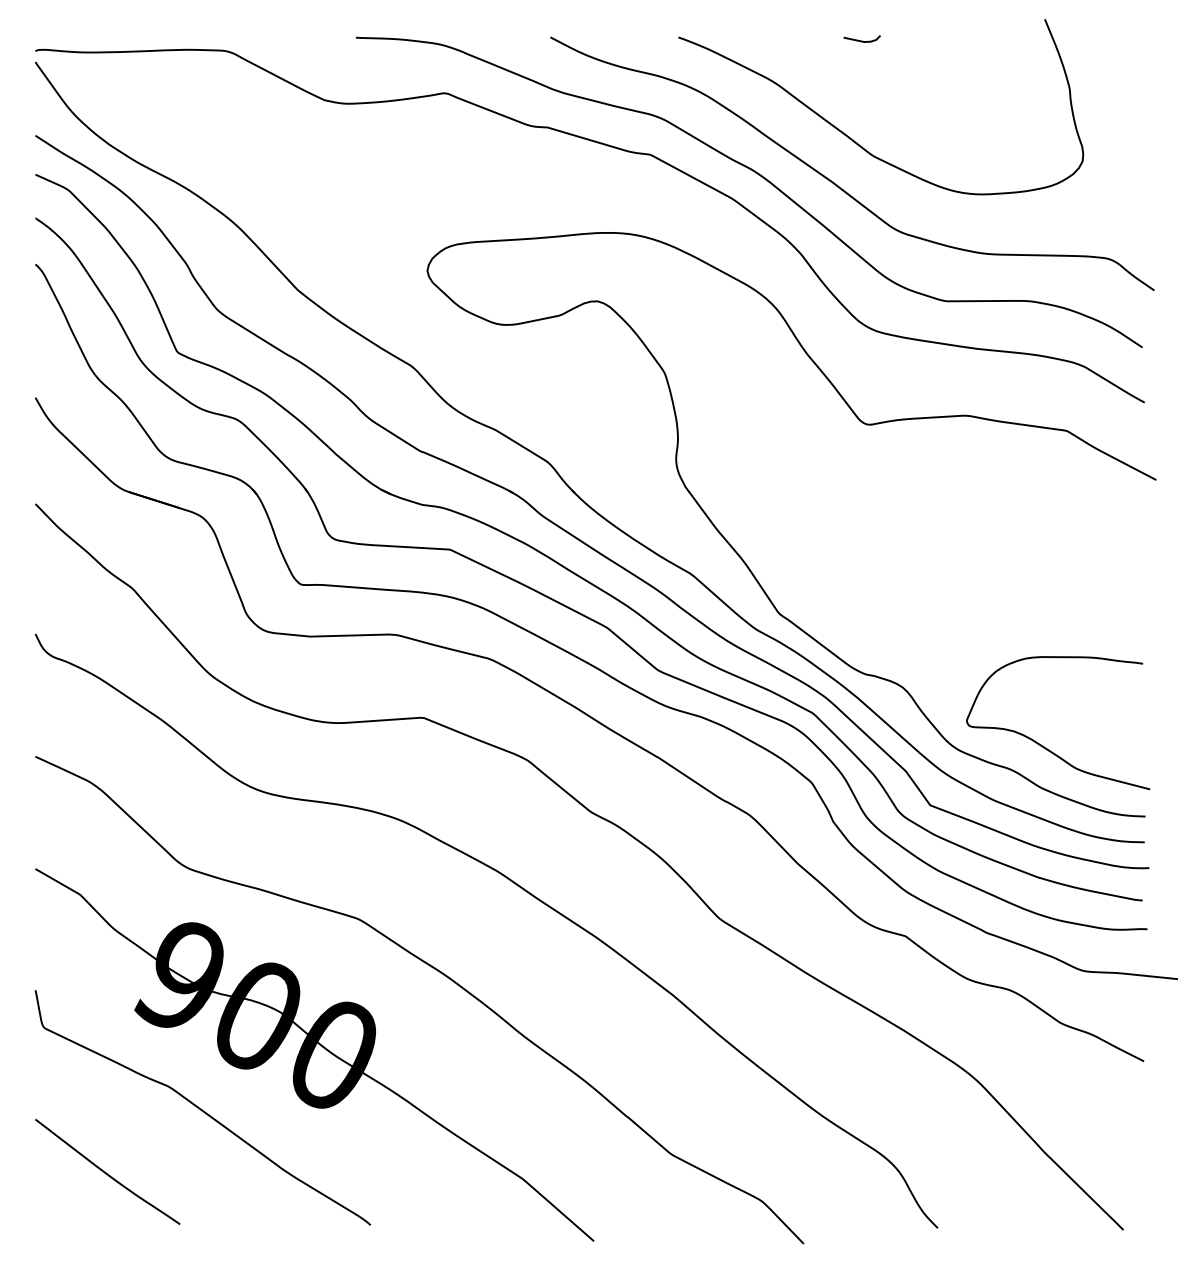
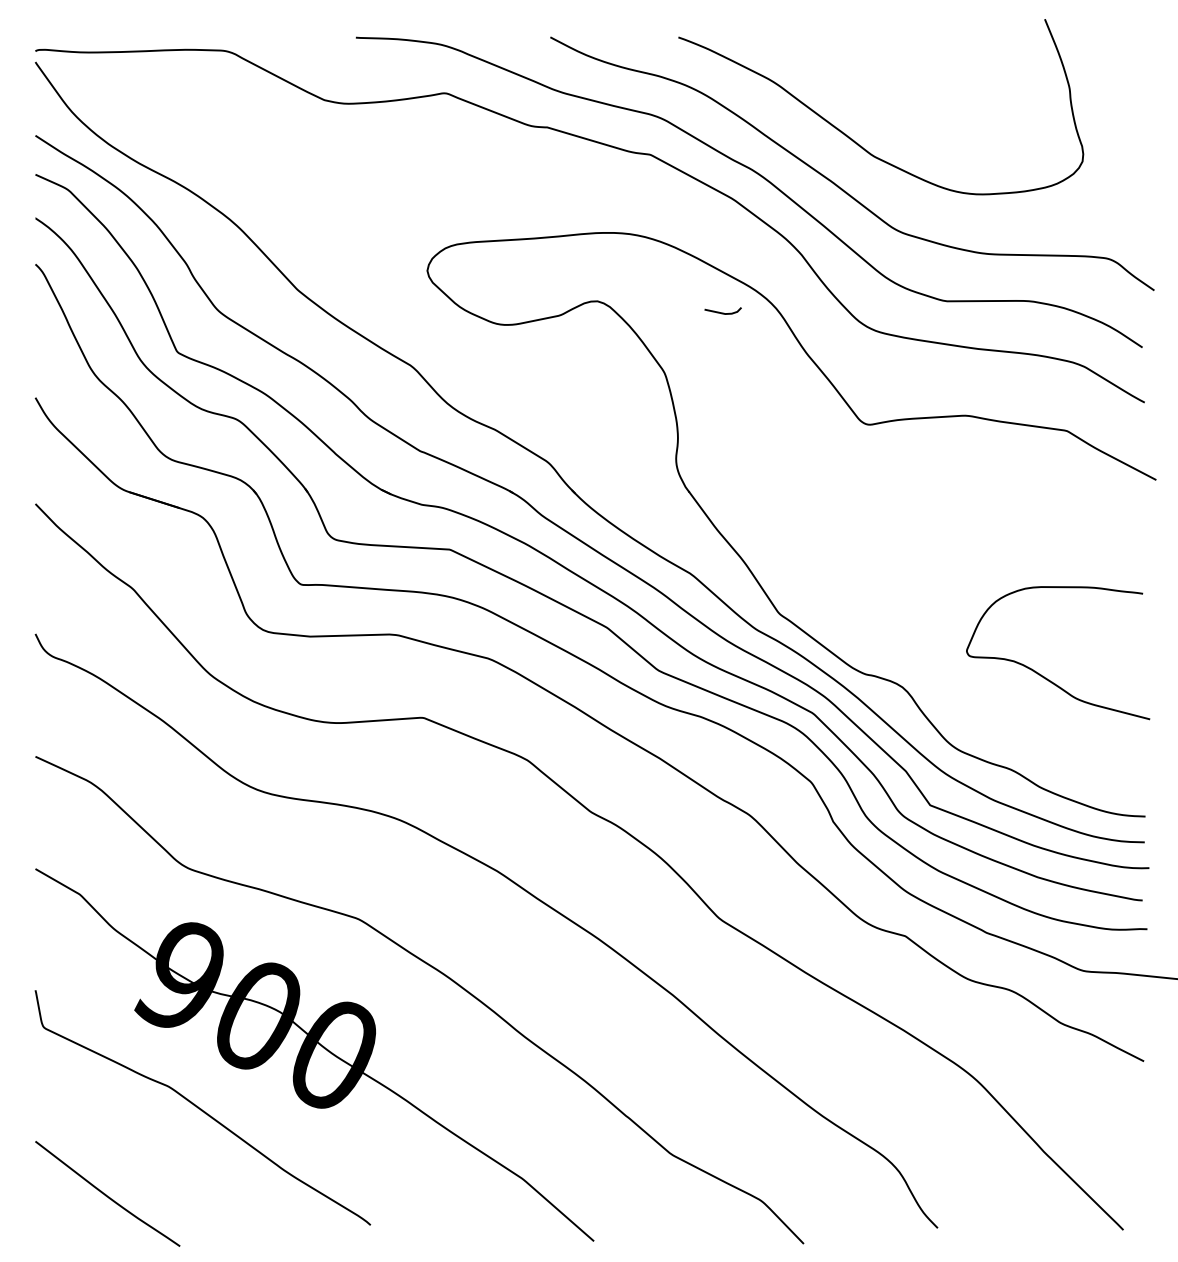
line at (861, 40) position: (861, 40) -> (722, 312)
curve at (1046, 747) position: (1046, 747) -> (1046, 677)
curve at (106, 1172) position: (106, 1172) -> (106, 1194)
